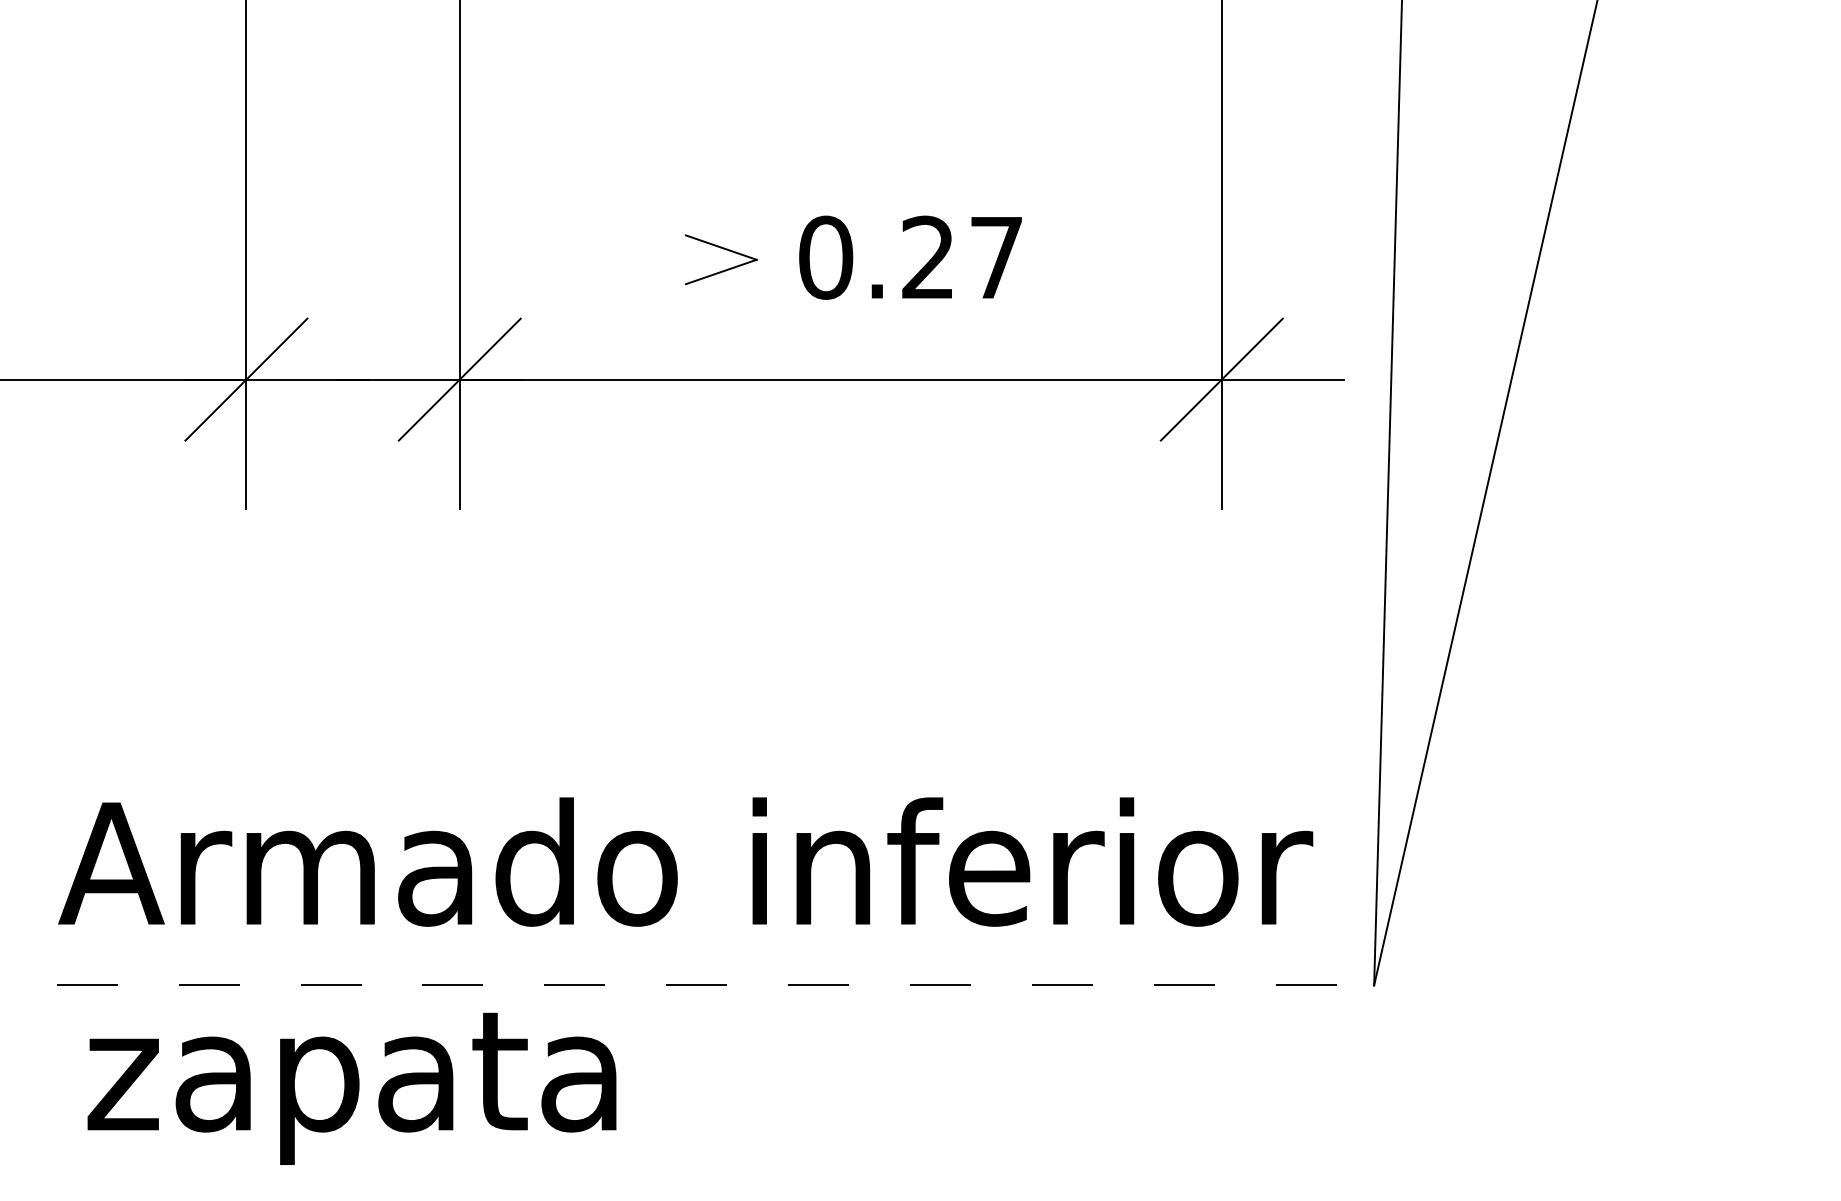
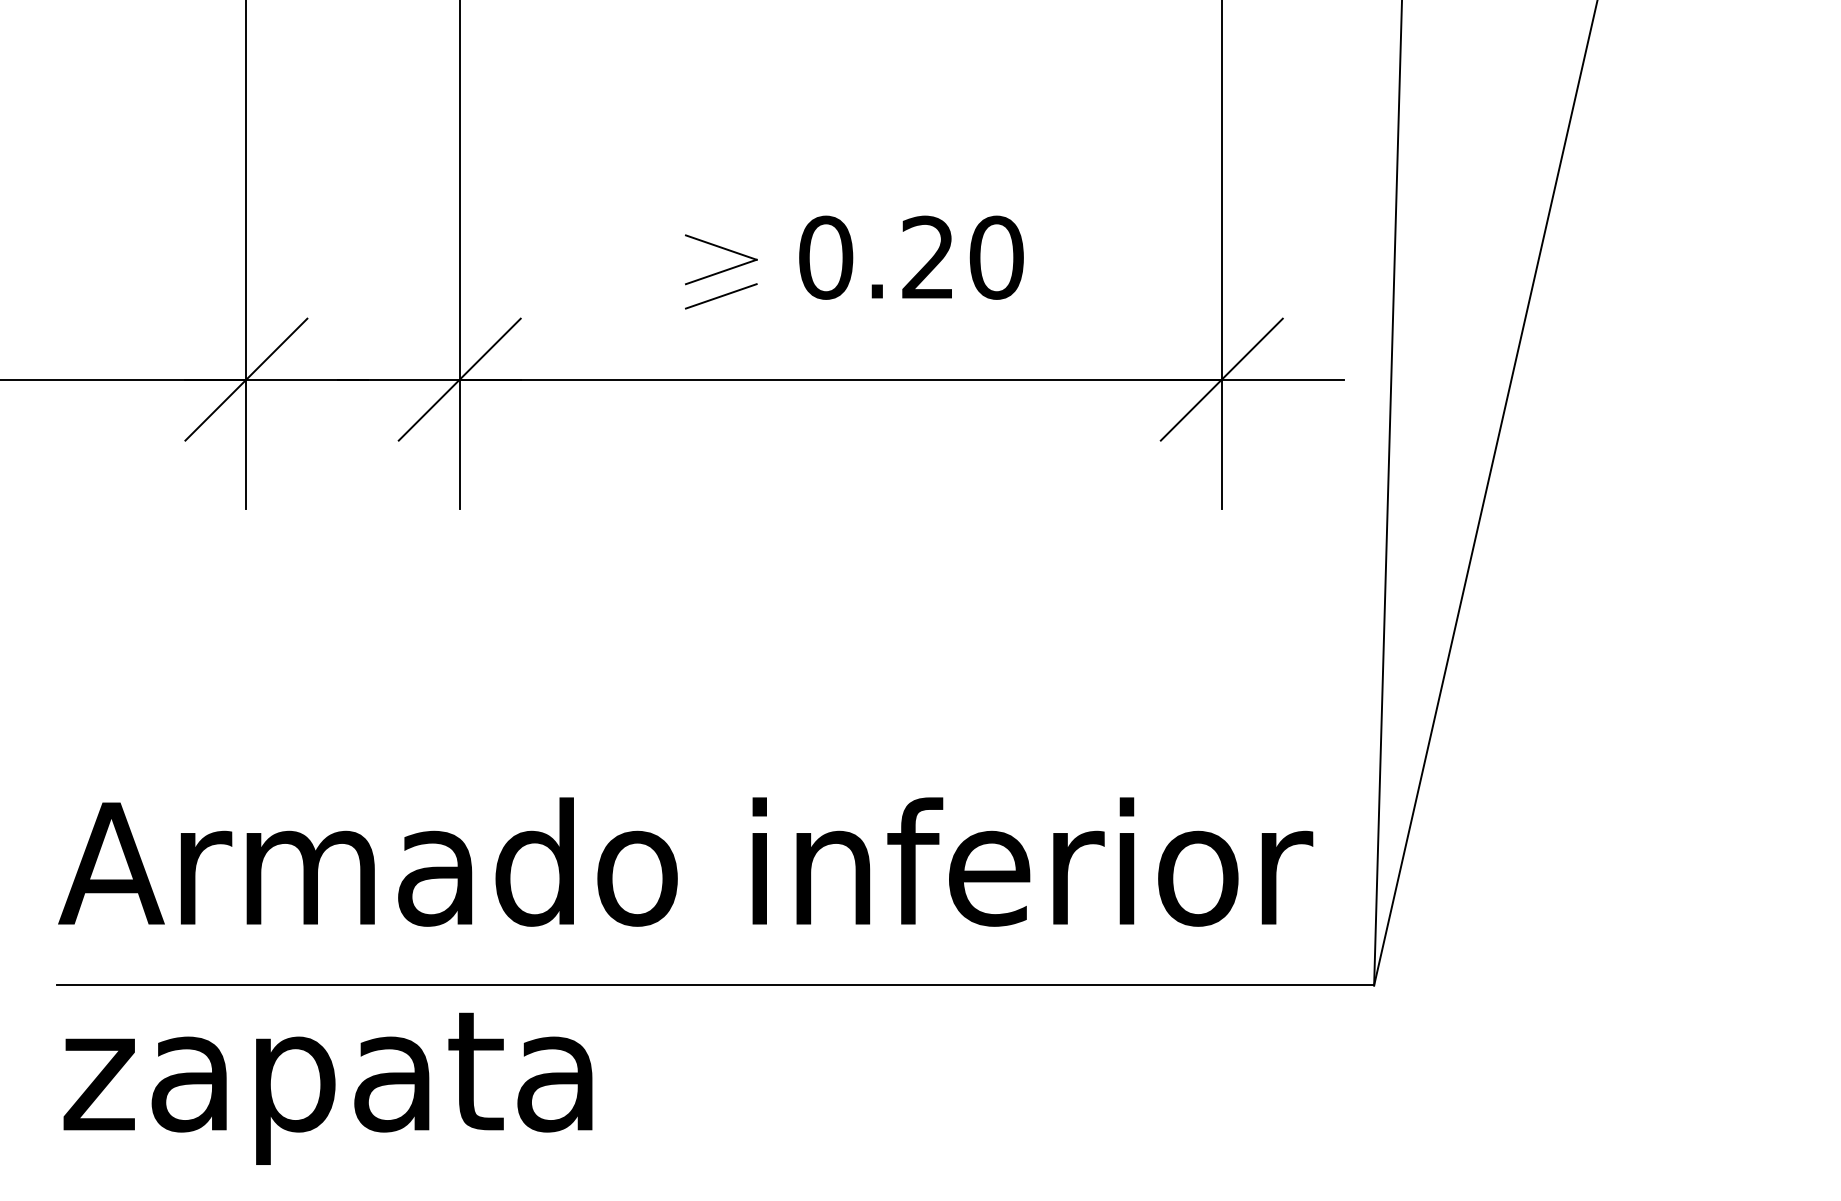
text at (996, 257): 0.27 -> 0.20
line at (720, 296): none -> present
line at (715, 985): dashed -> solid
text at (351, 1088) position: (351, 1088) -> (327, 1088)
